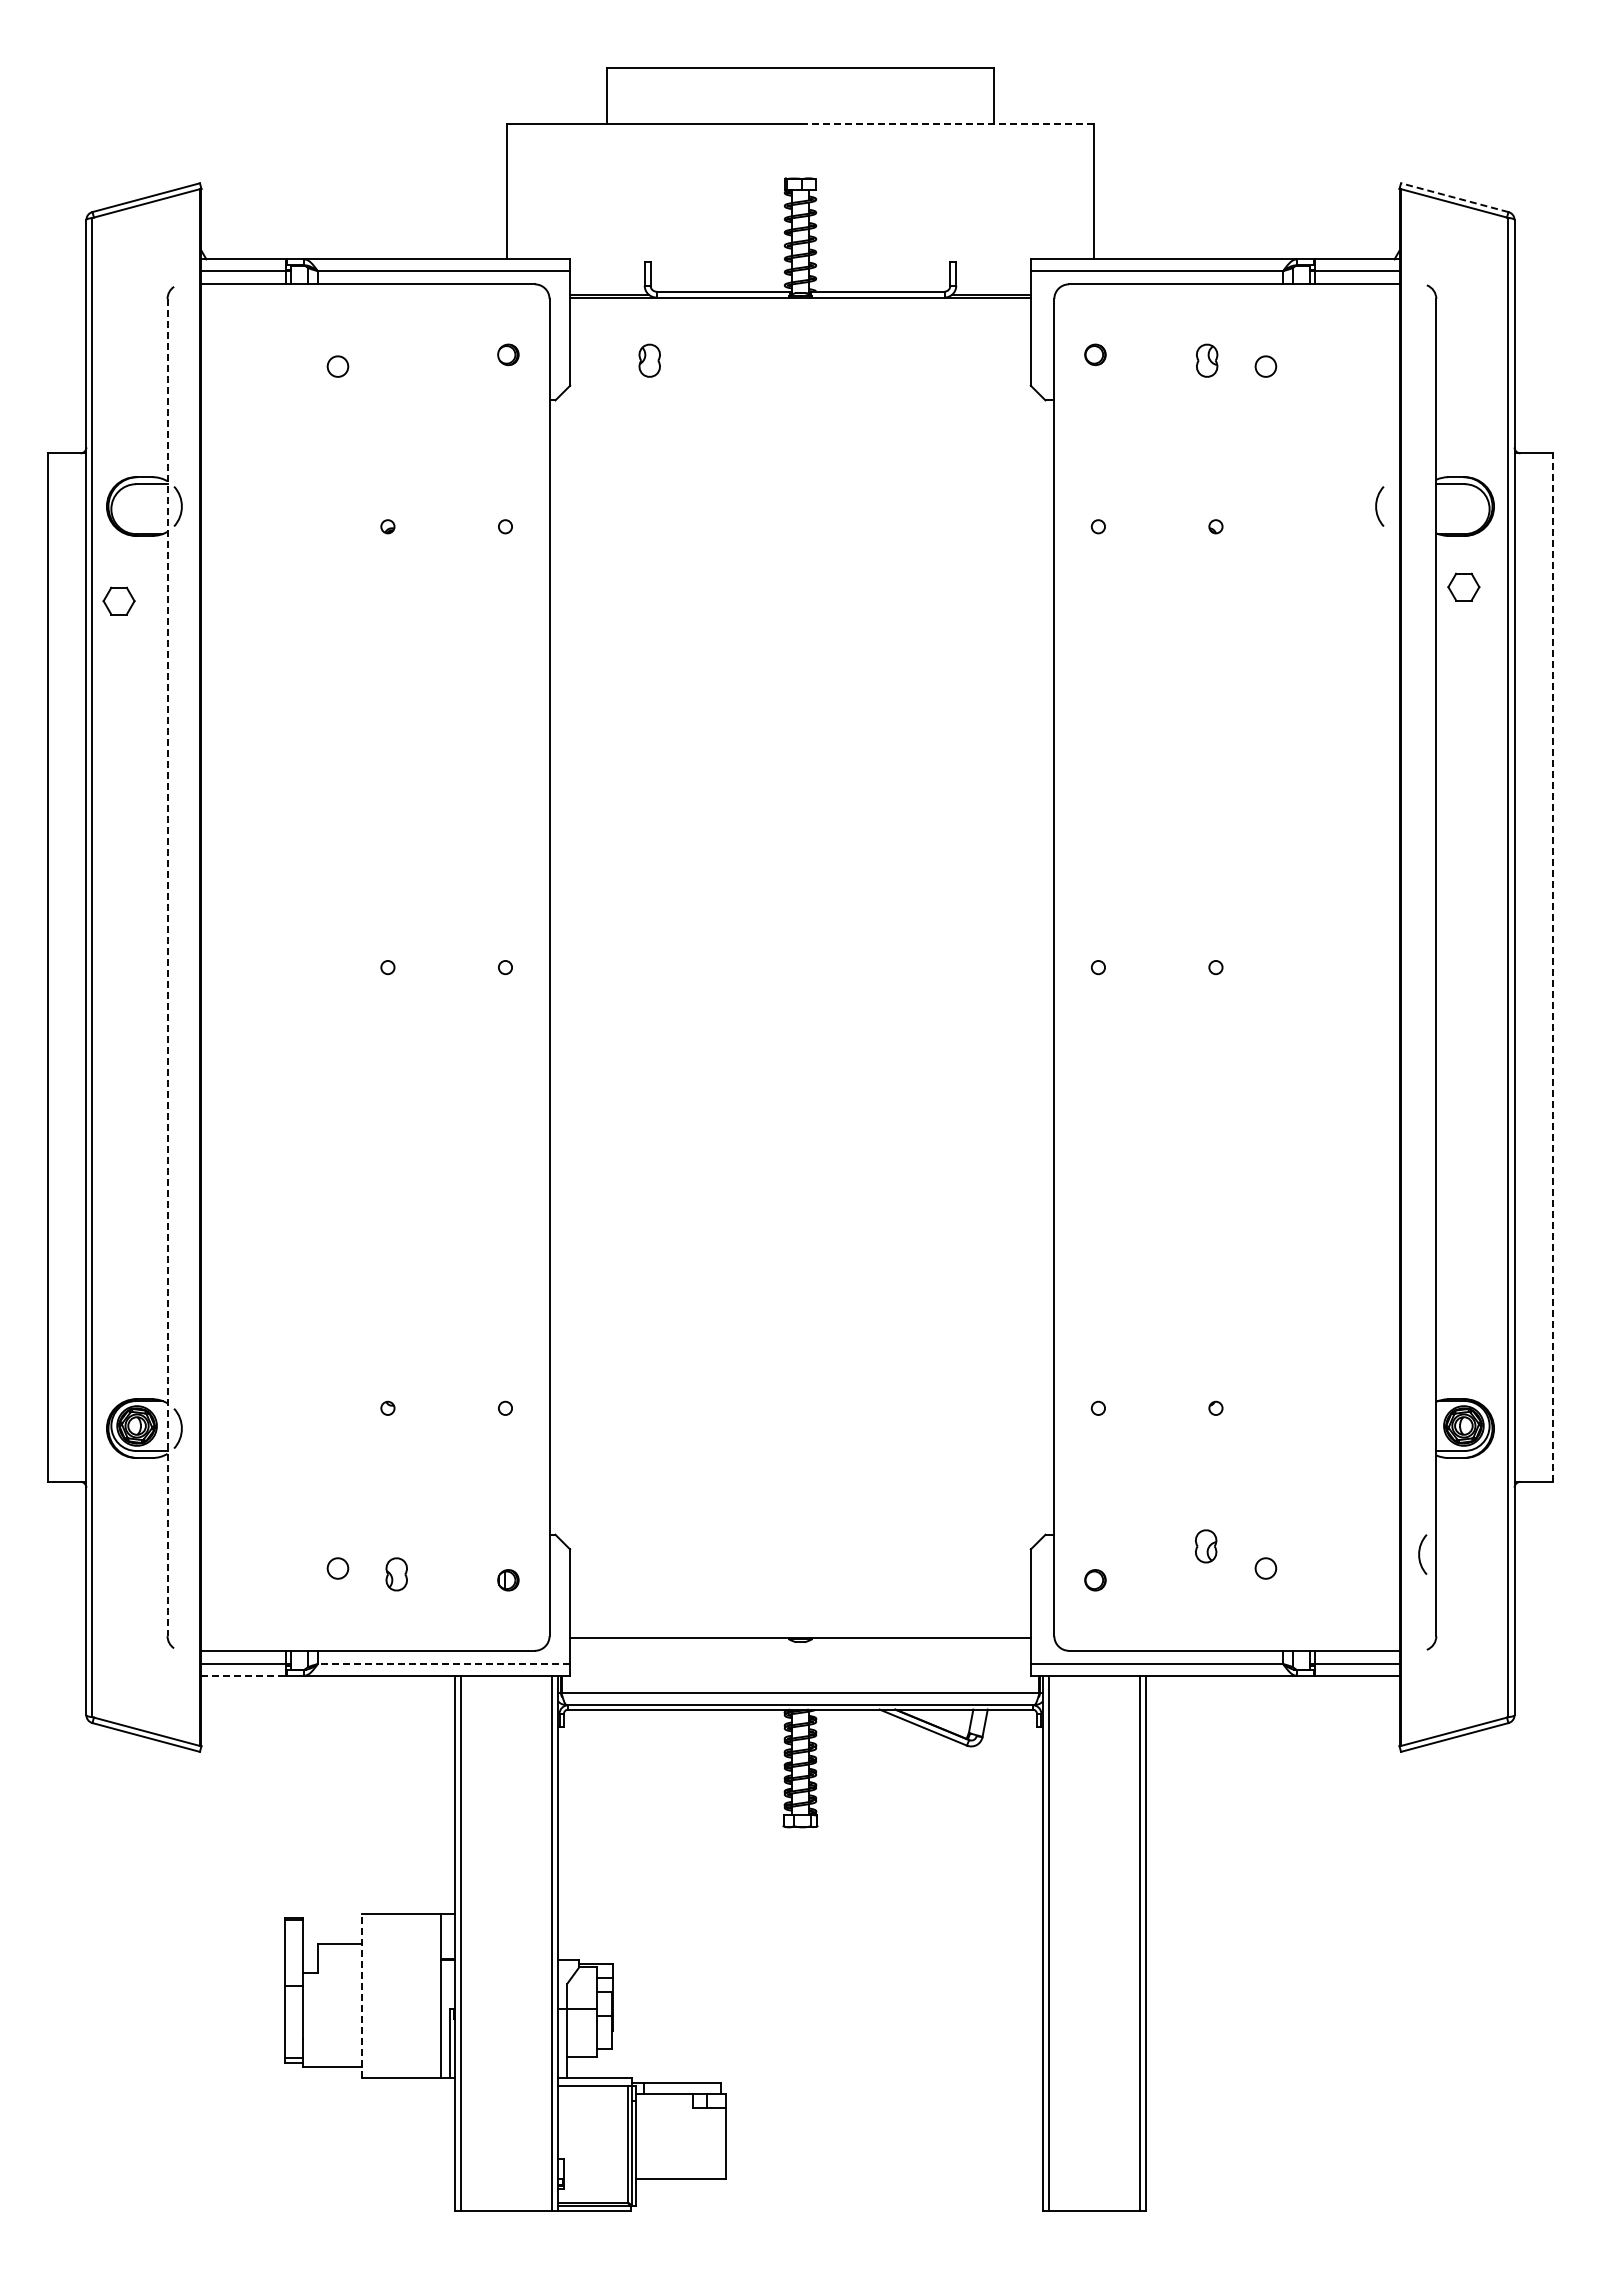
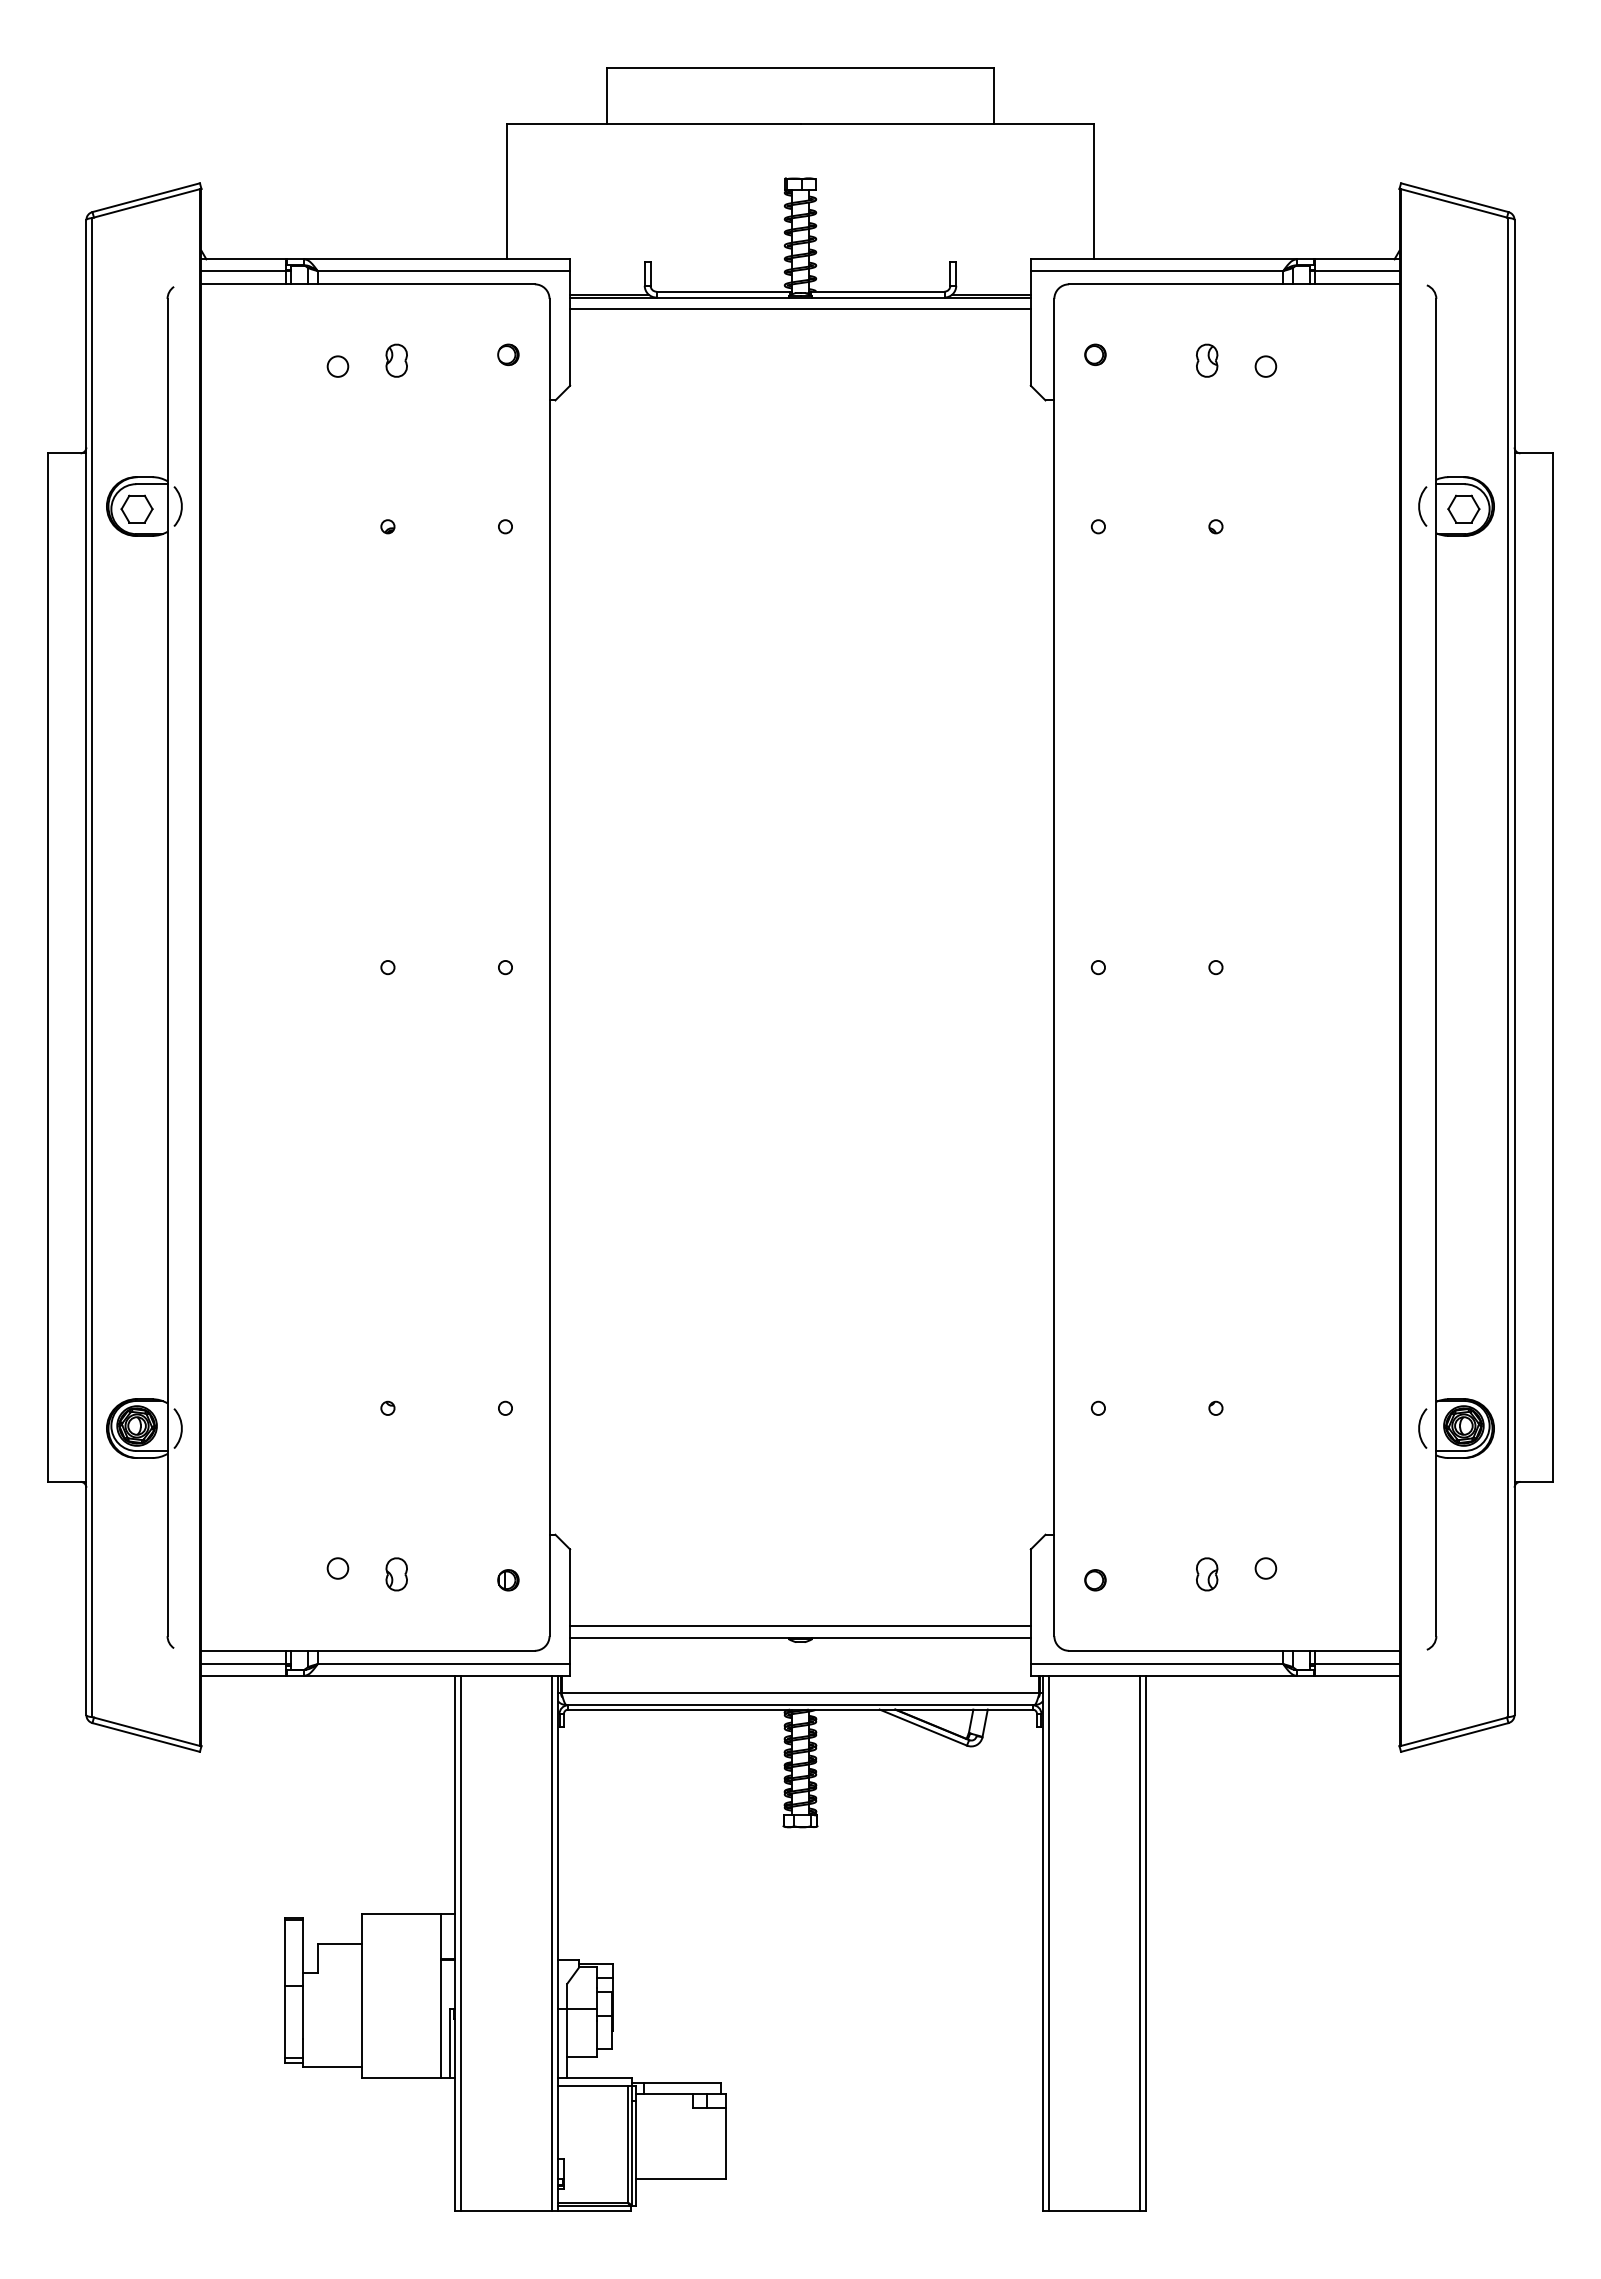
line at (947, 124): dashed -> solid
line at (1454, 197): dashed -> solid
line at (800, 309): none -> present
part at (649, 360) position: (649, 360) -> (396, 360)
arc at (1377, 506) position: (1377, 506) -> (1420, 506)
part at (1463, 586) position: (1463, 586) -> (1463, 508)
part at (118, 600) position: (118, 600) -> (136, 508)
line at (167, 967): dashed -> solid
line at (1552, 967): dashed -> solid
part at (1206, 1546) position: (1206, 1546) -> (1207, 1574)
arc at (1420, 1554) position: (1420, 1554) -> (1420, 1428)
line at (800, 1625): none -> present
line at (443, 1664): dashed -> solid
line at (244, 1675): dashed -> solid
line at (361, 1995): dashed -> solid
